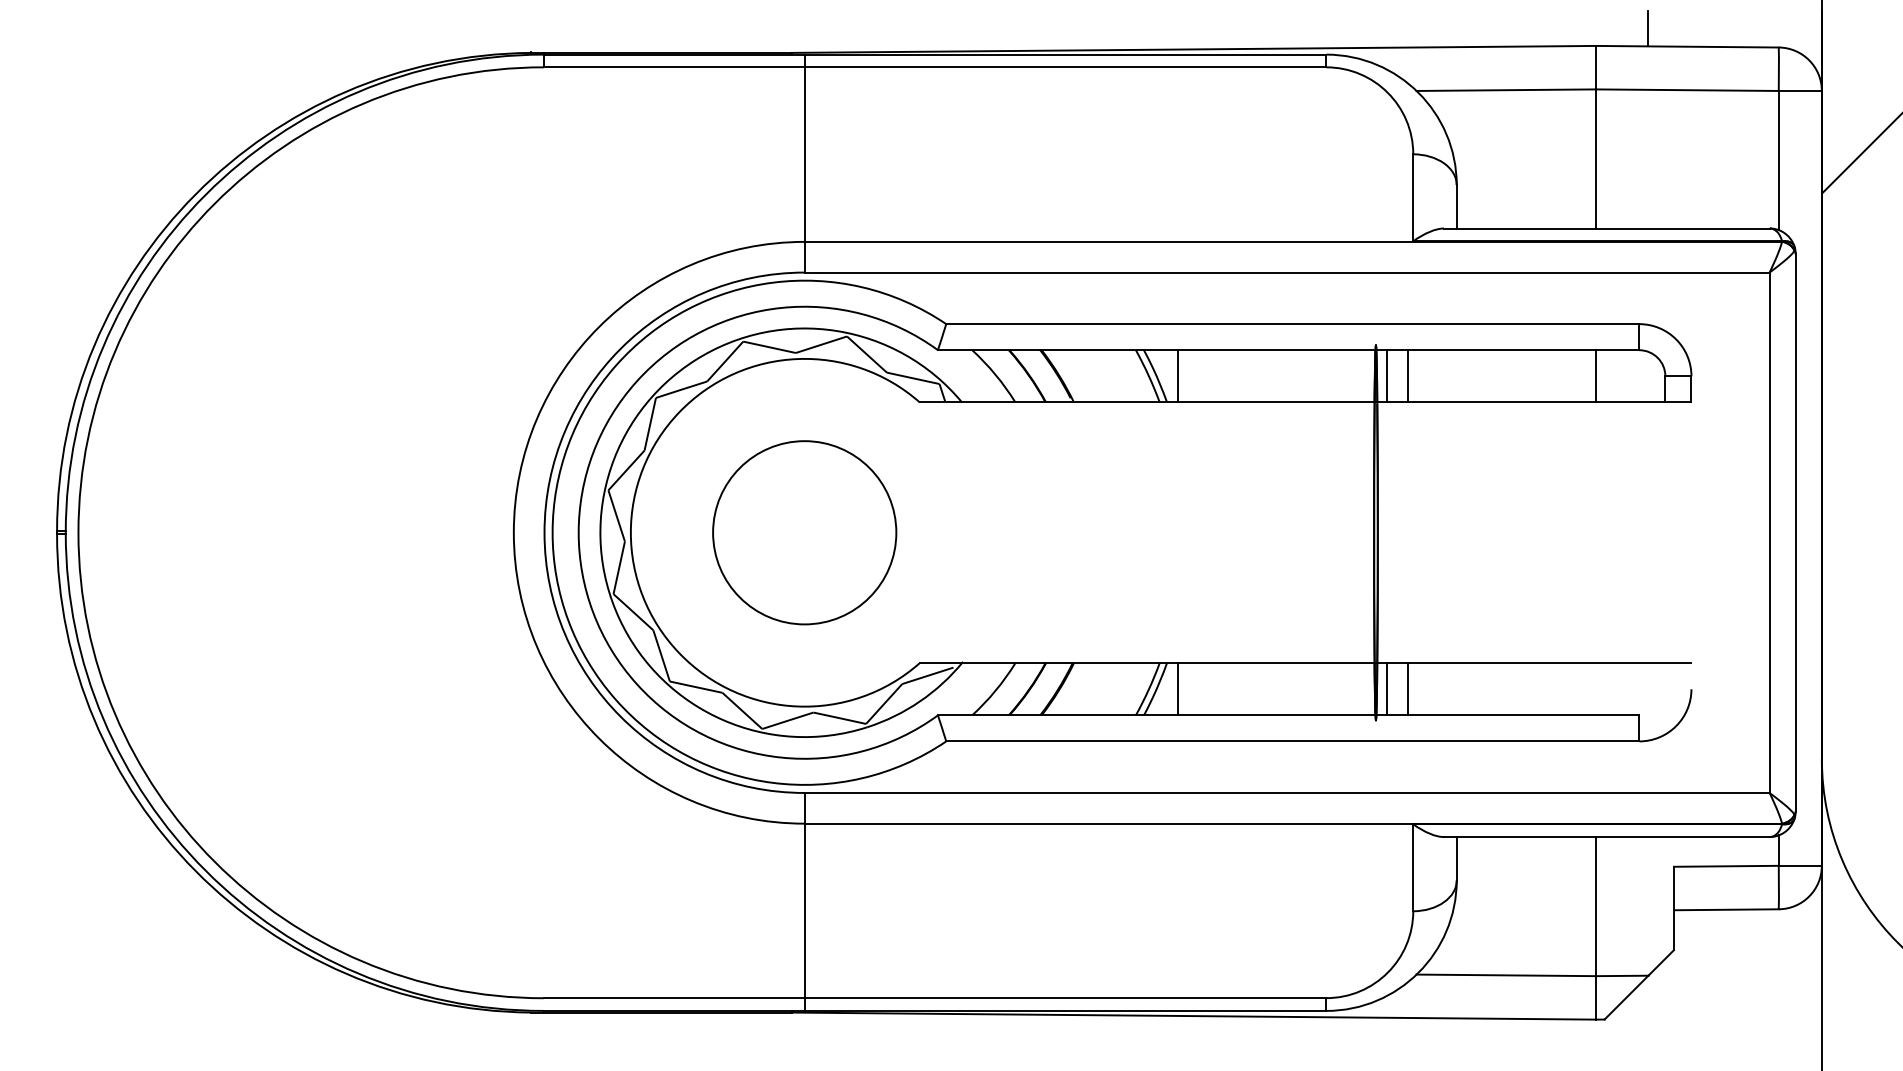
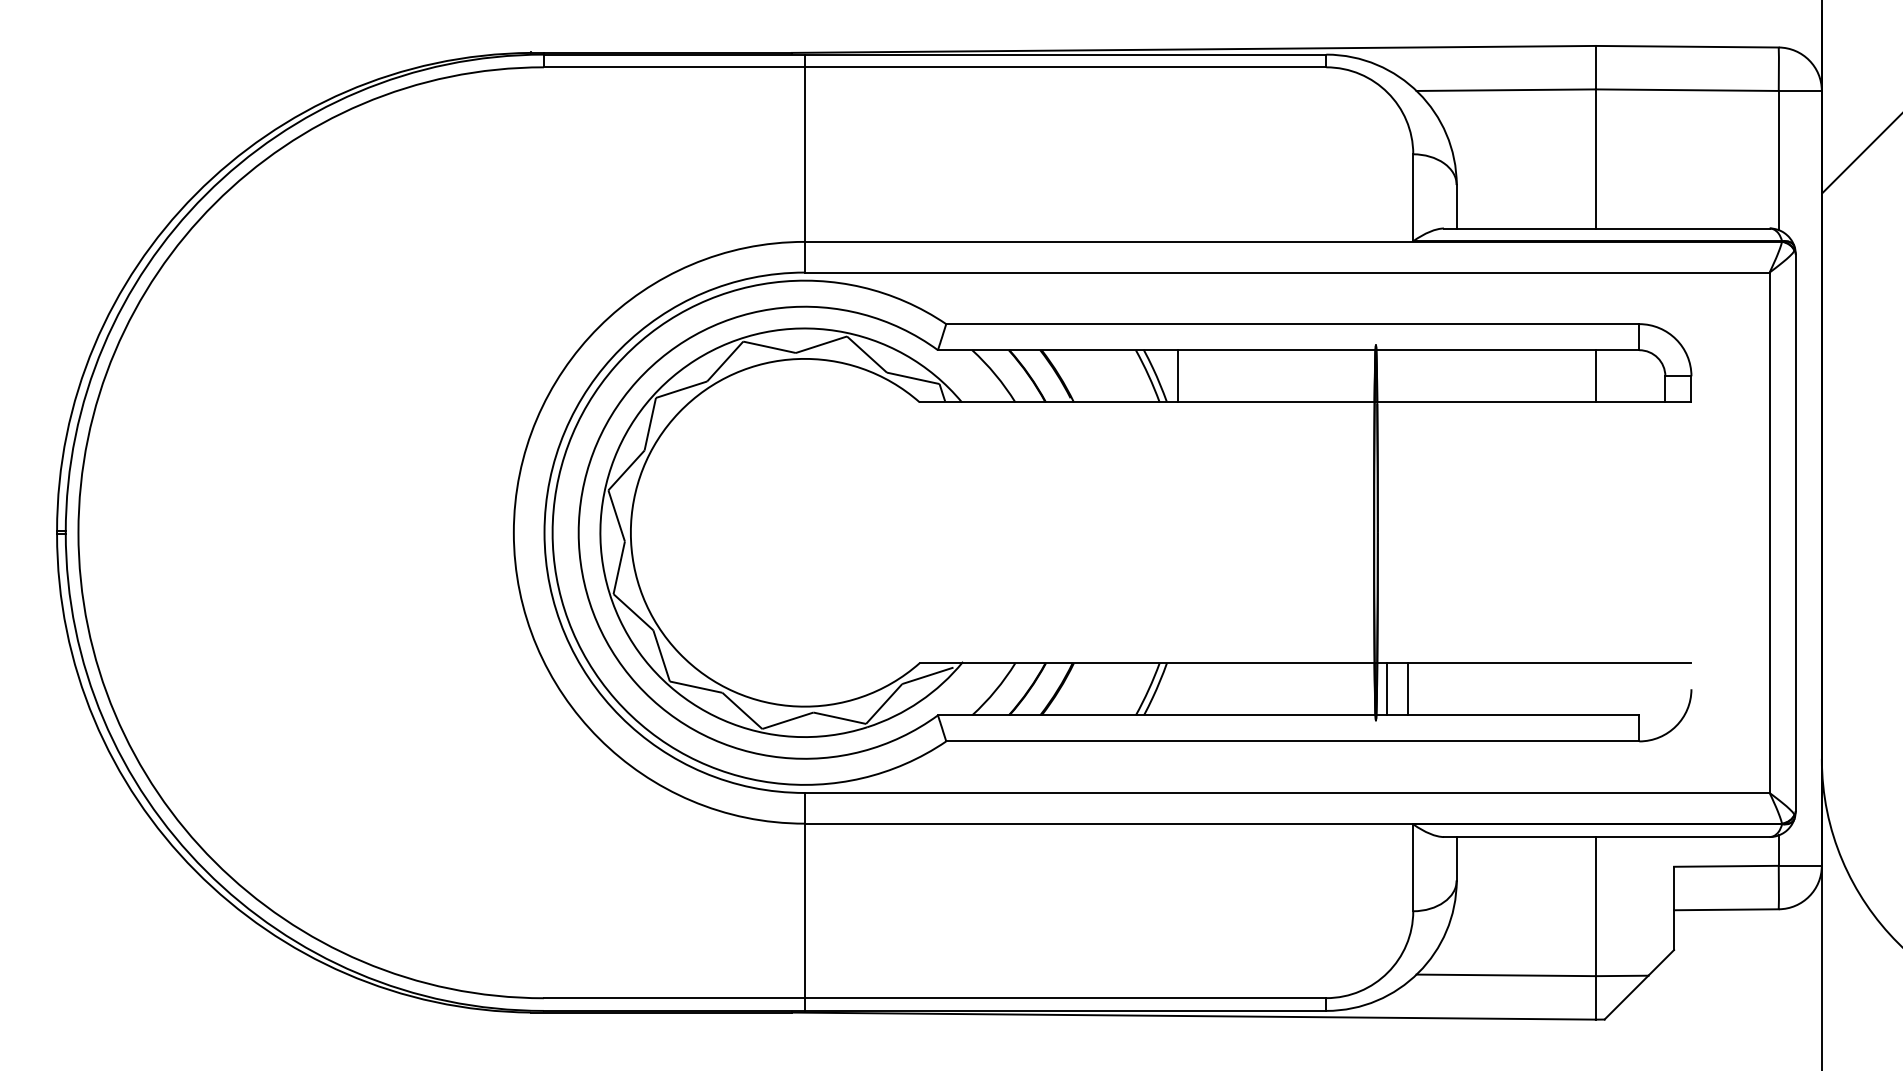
line at (1647, 28): present -> none
line at (1386, 376): present -> none
line at (1408, 376): present -> none
circle at (804, 532): present -> none
line at (1178, 689): present -> none
